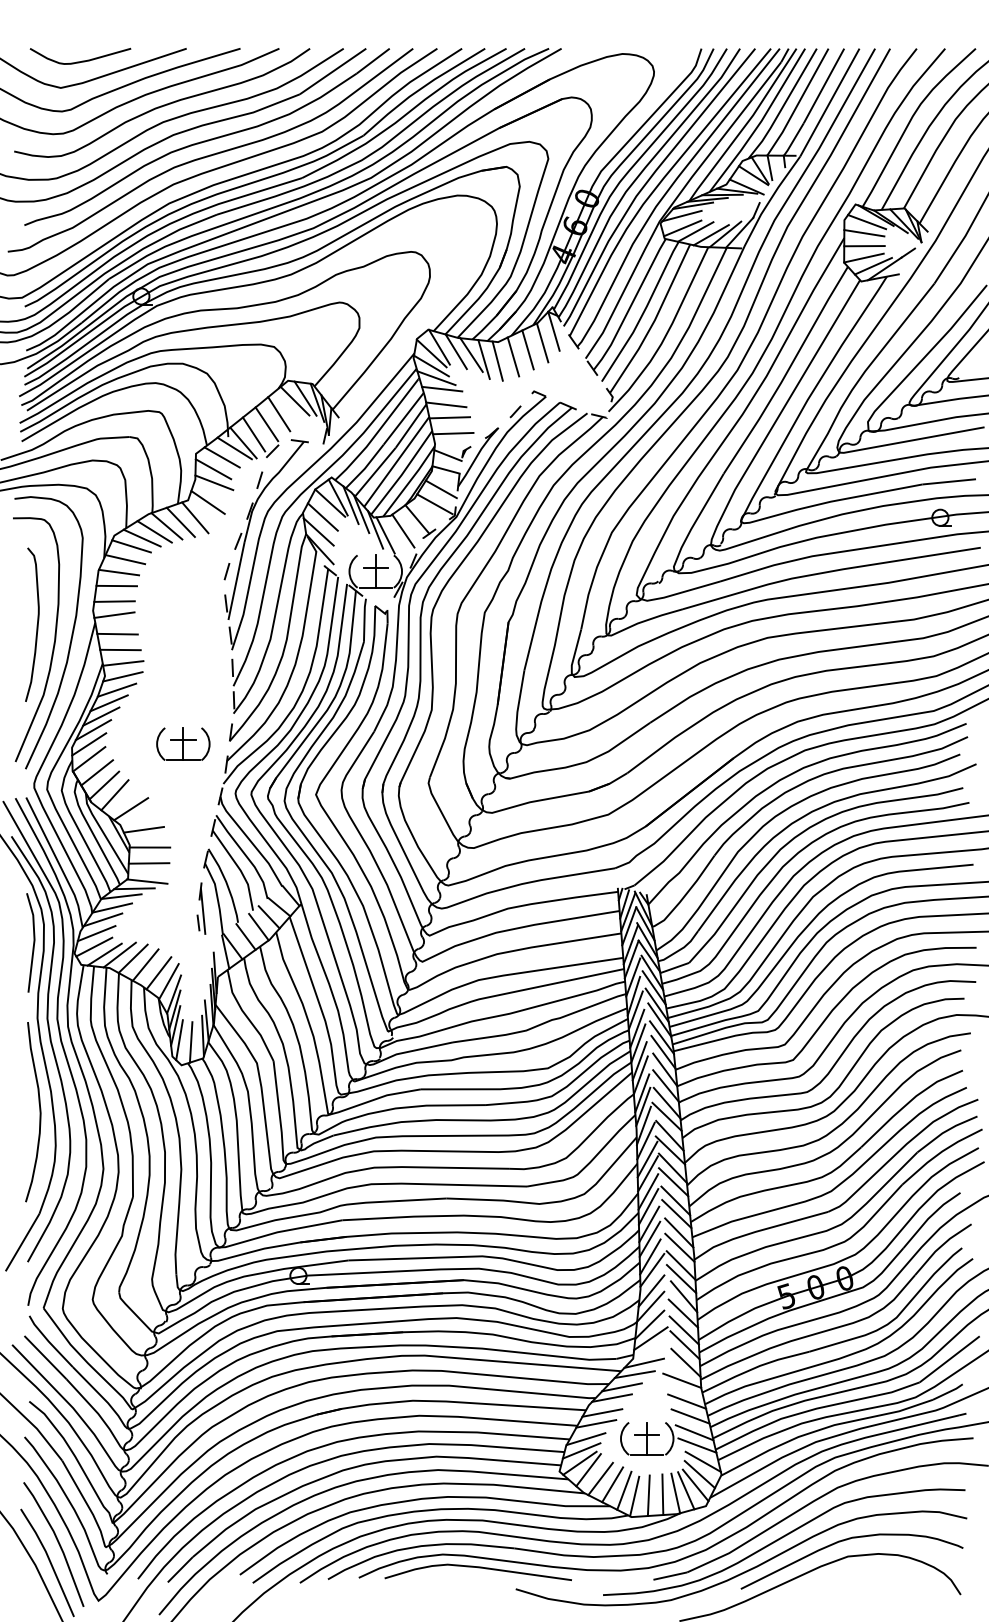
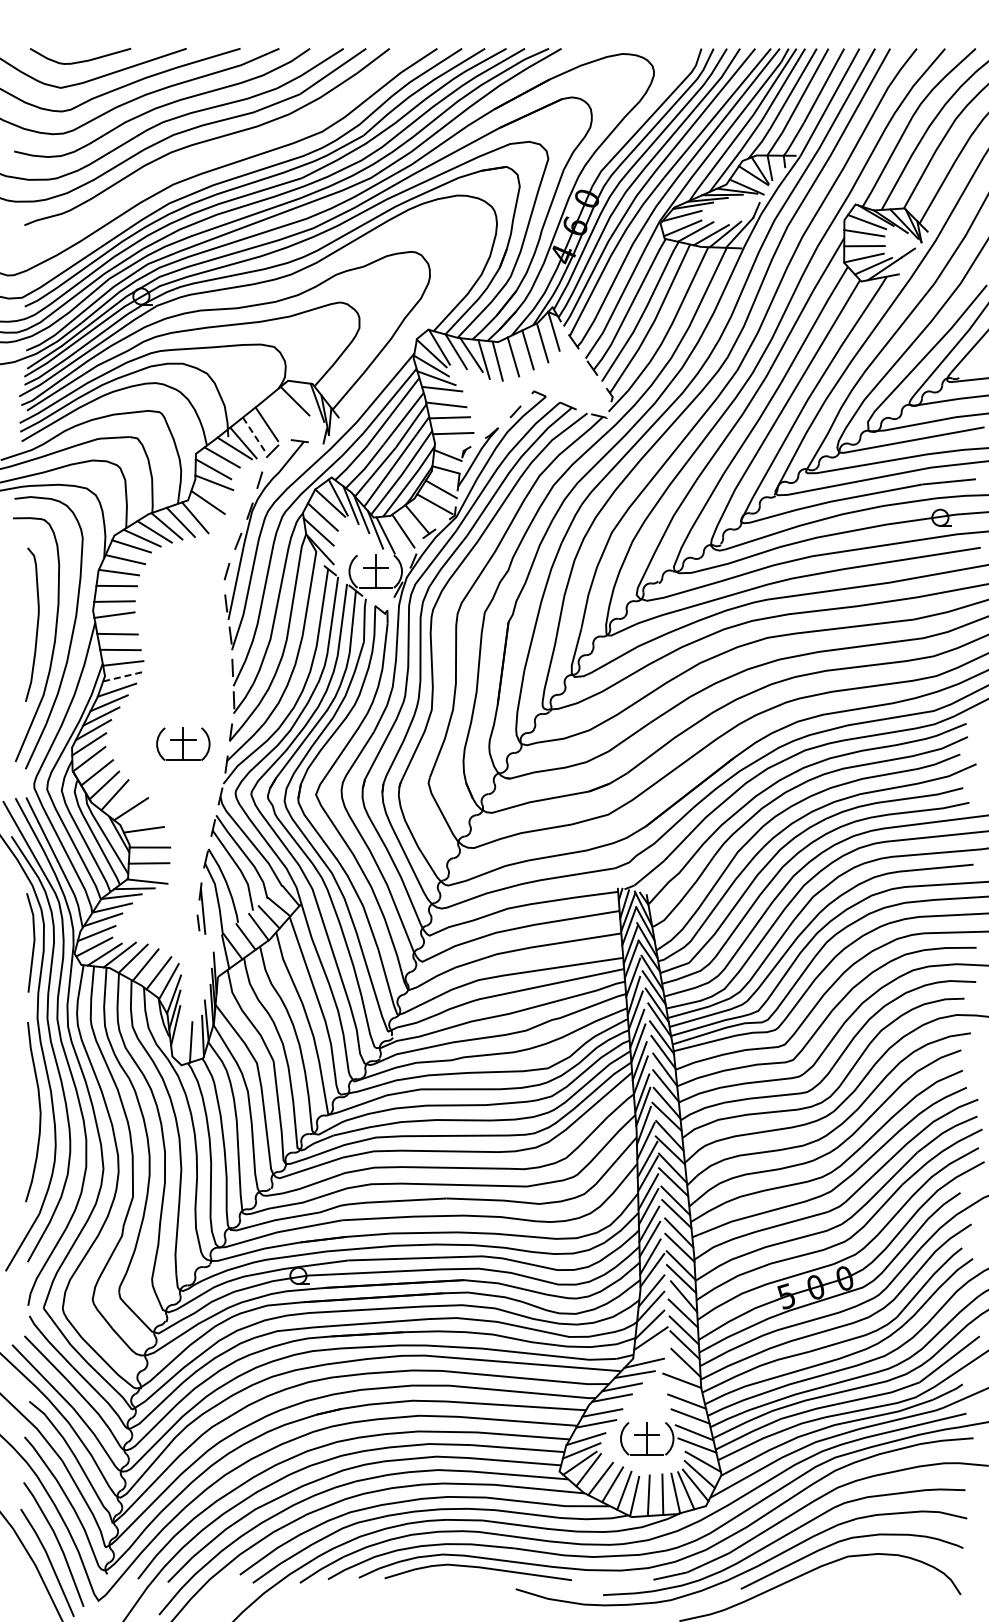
curve at (210, 154): present -> none
line at (305, 398): present -> none
line at (279, 414): present -> none
line at (254, 434): solid -> dashed
line at (123, 676): solid -> dashed
line at (179, 1040): present -> none
